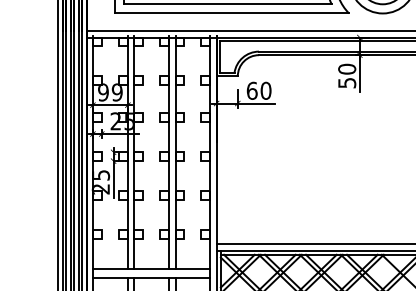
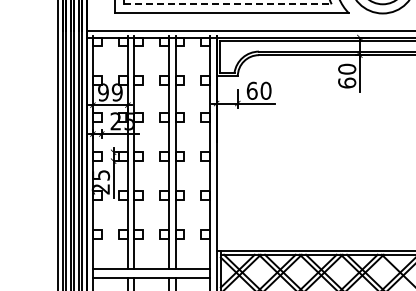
line at (227, 4): solid -> dashed
text at (347, 82): 50 -> 60
line at (314, 244): present -> none
